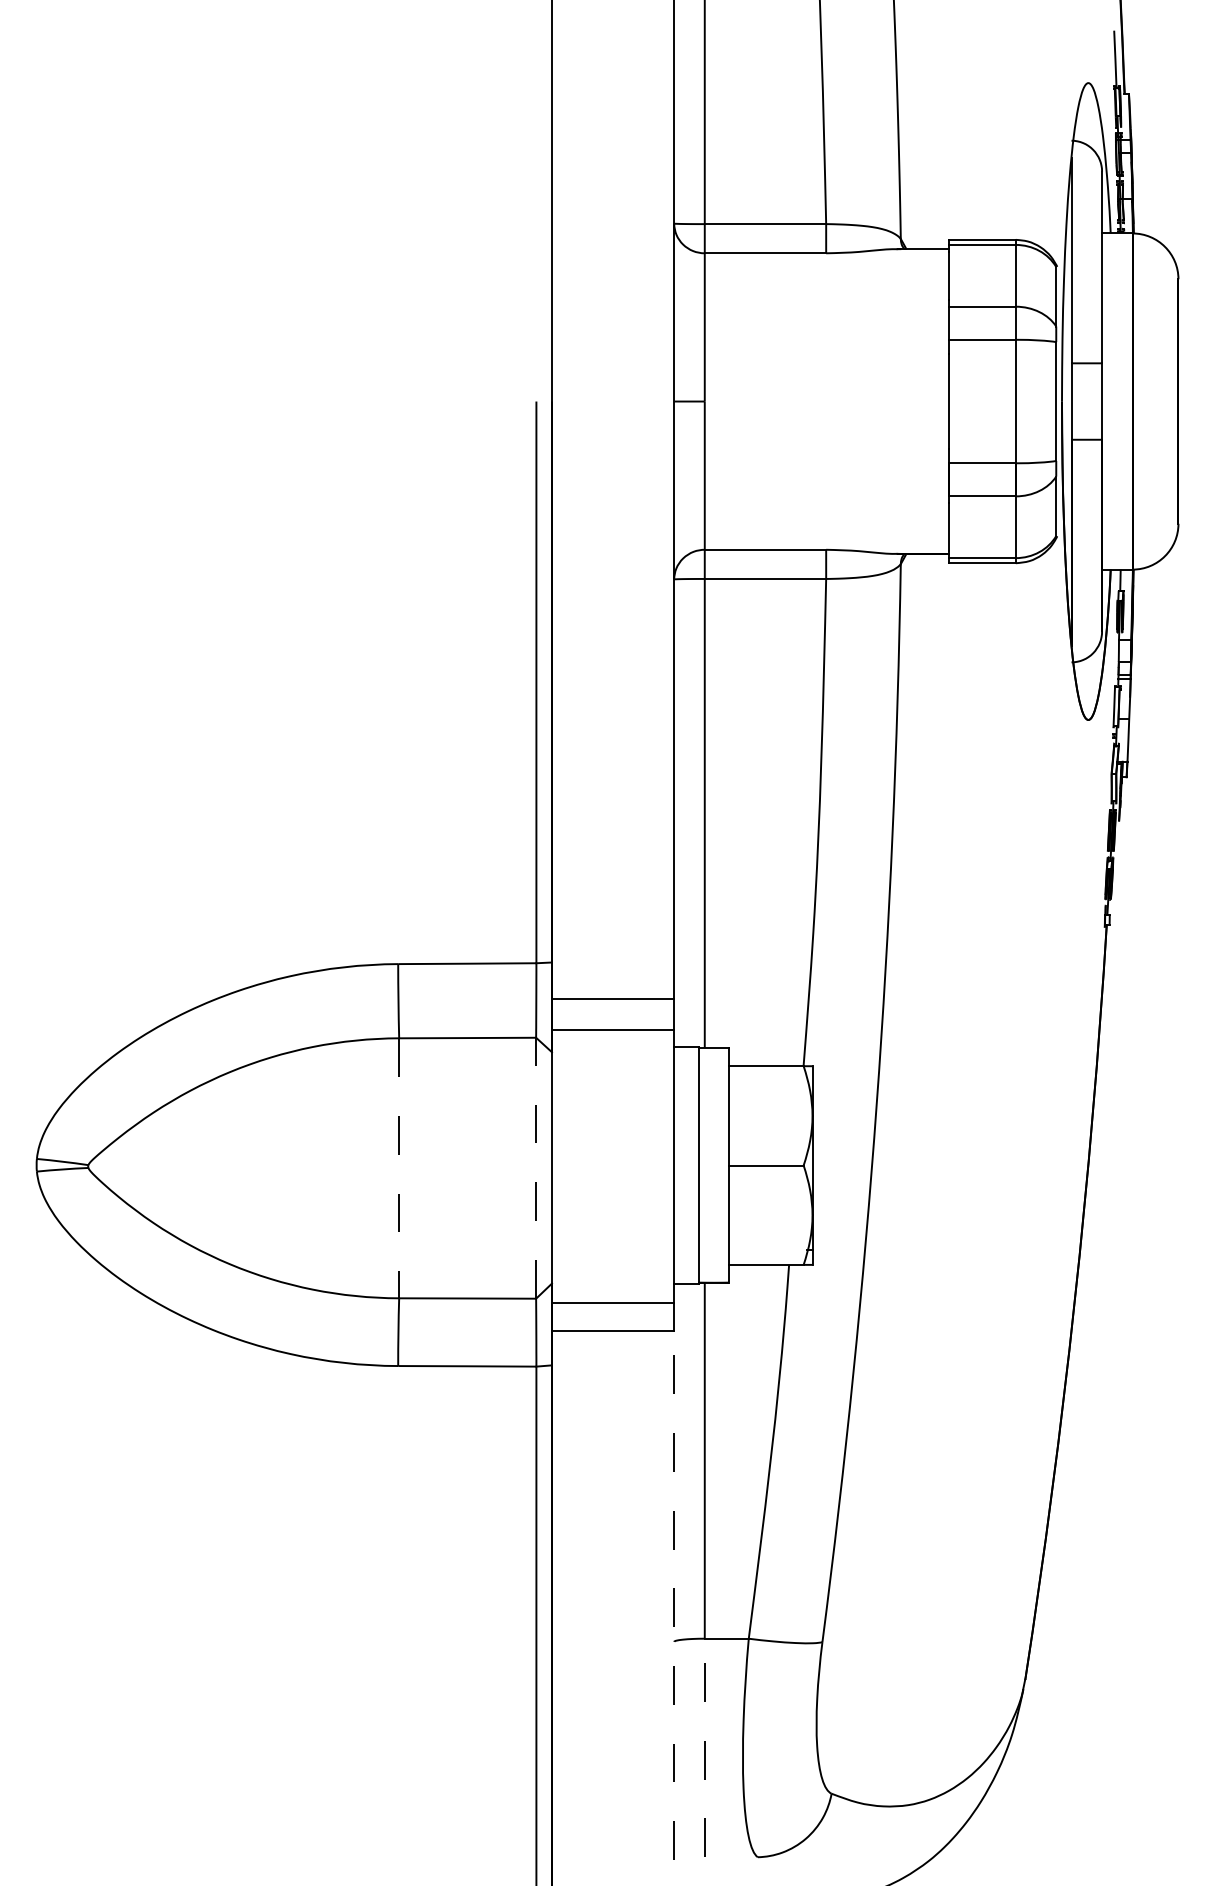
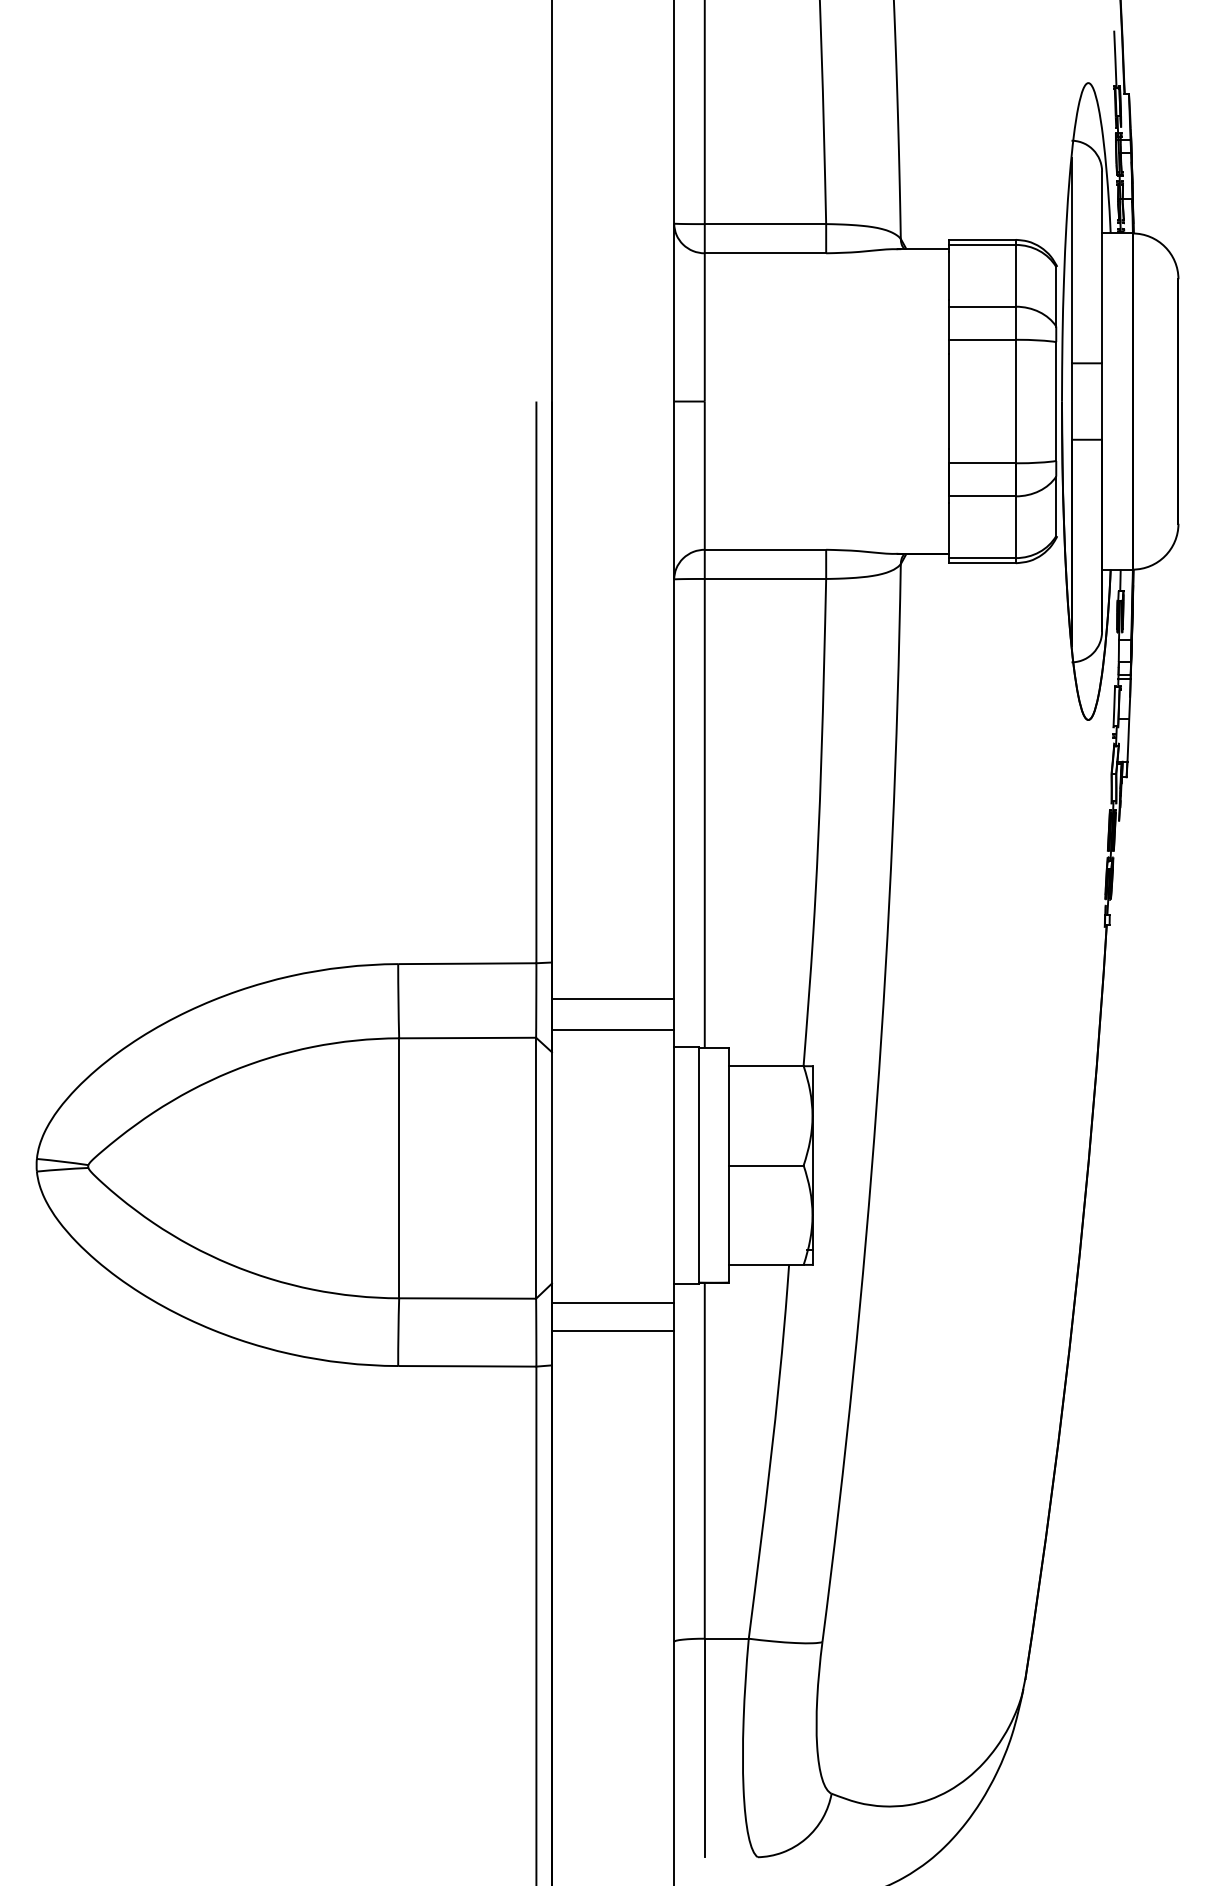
line at (536, 1167): dashed -> solid
line at (399, 1168): dashed -> solid
line at (674, 1607): dashed -> solid
line at (704, 1747): dashed -> solid
